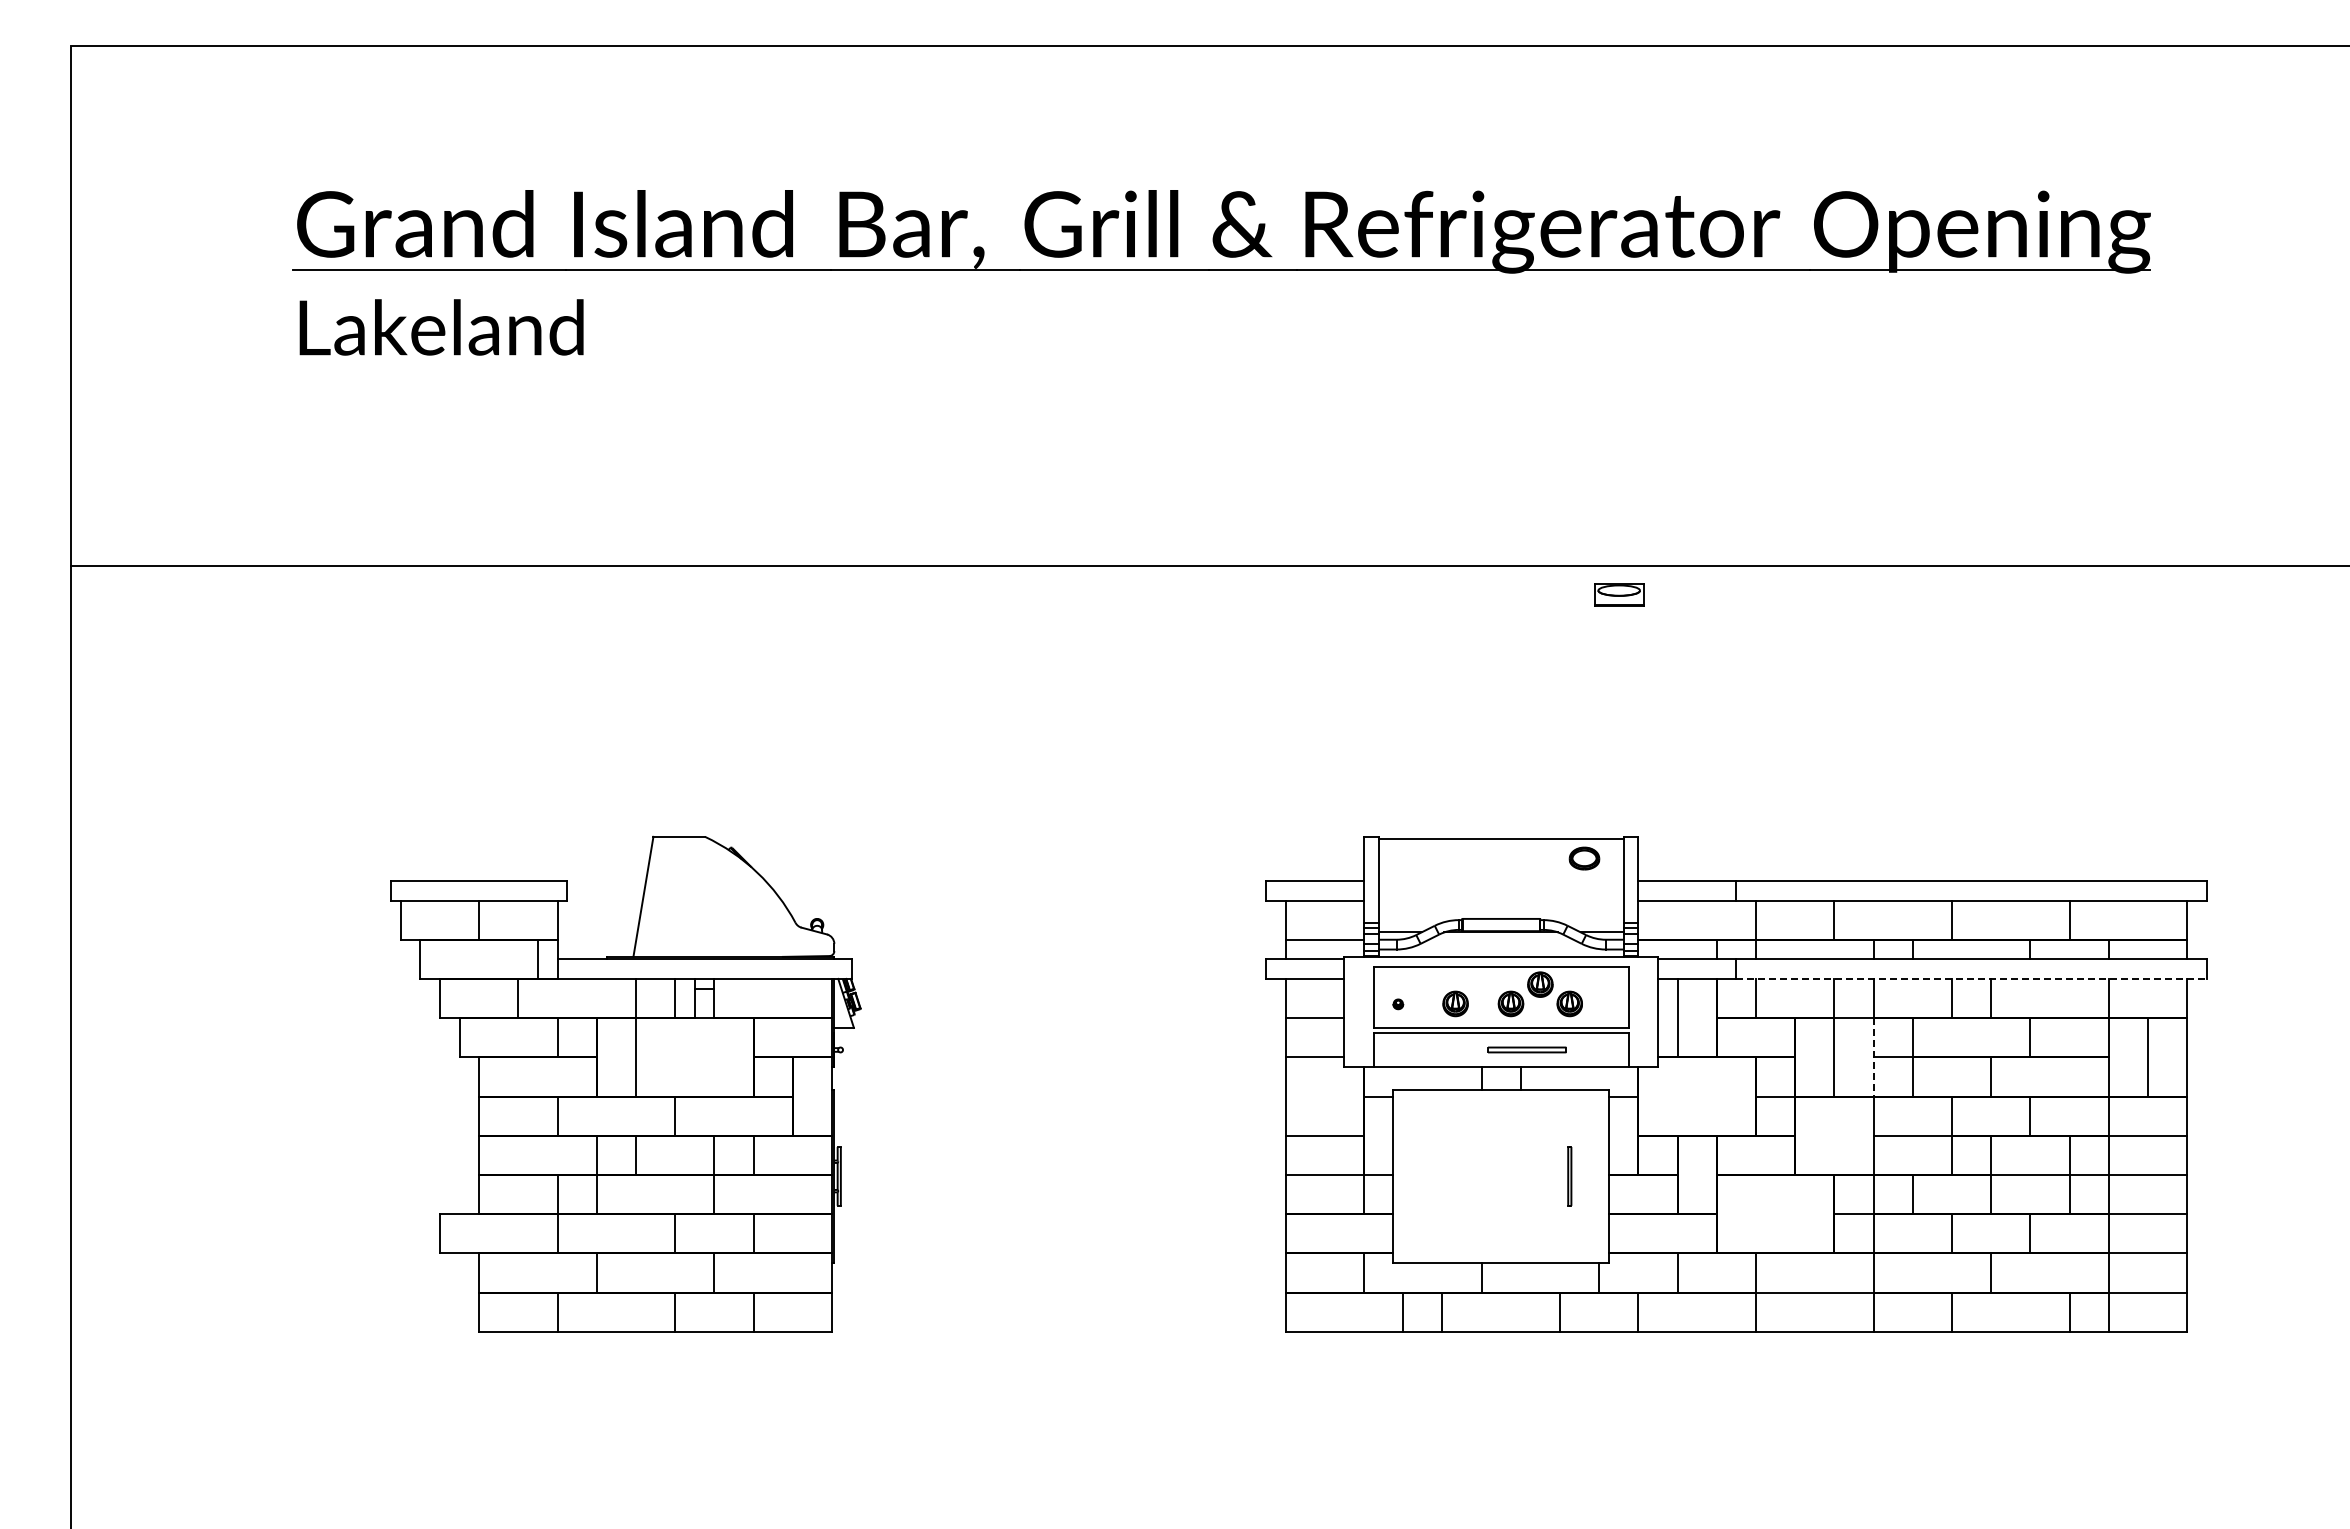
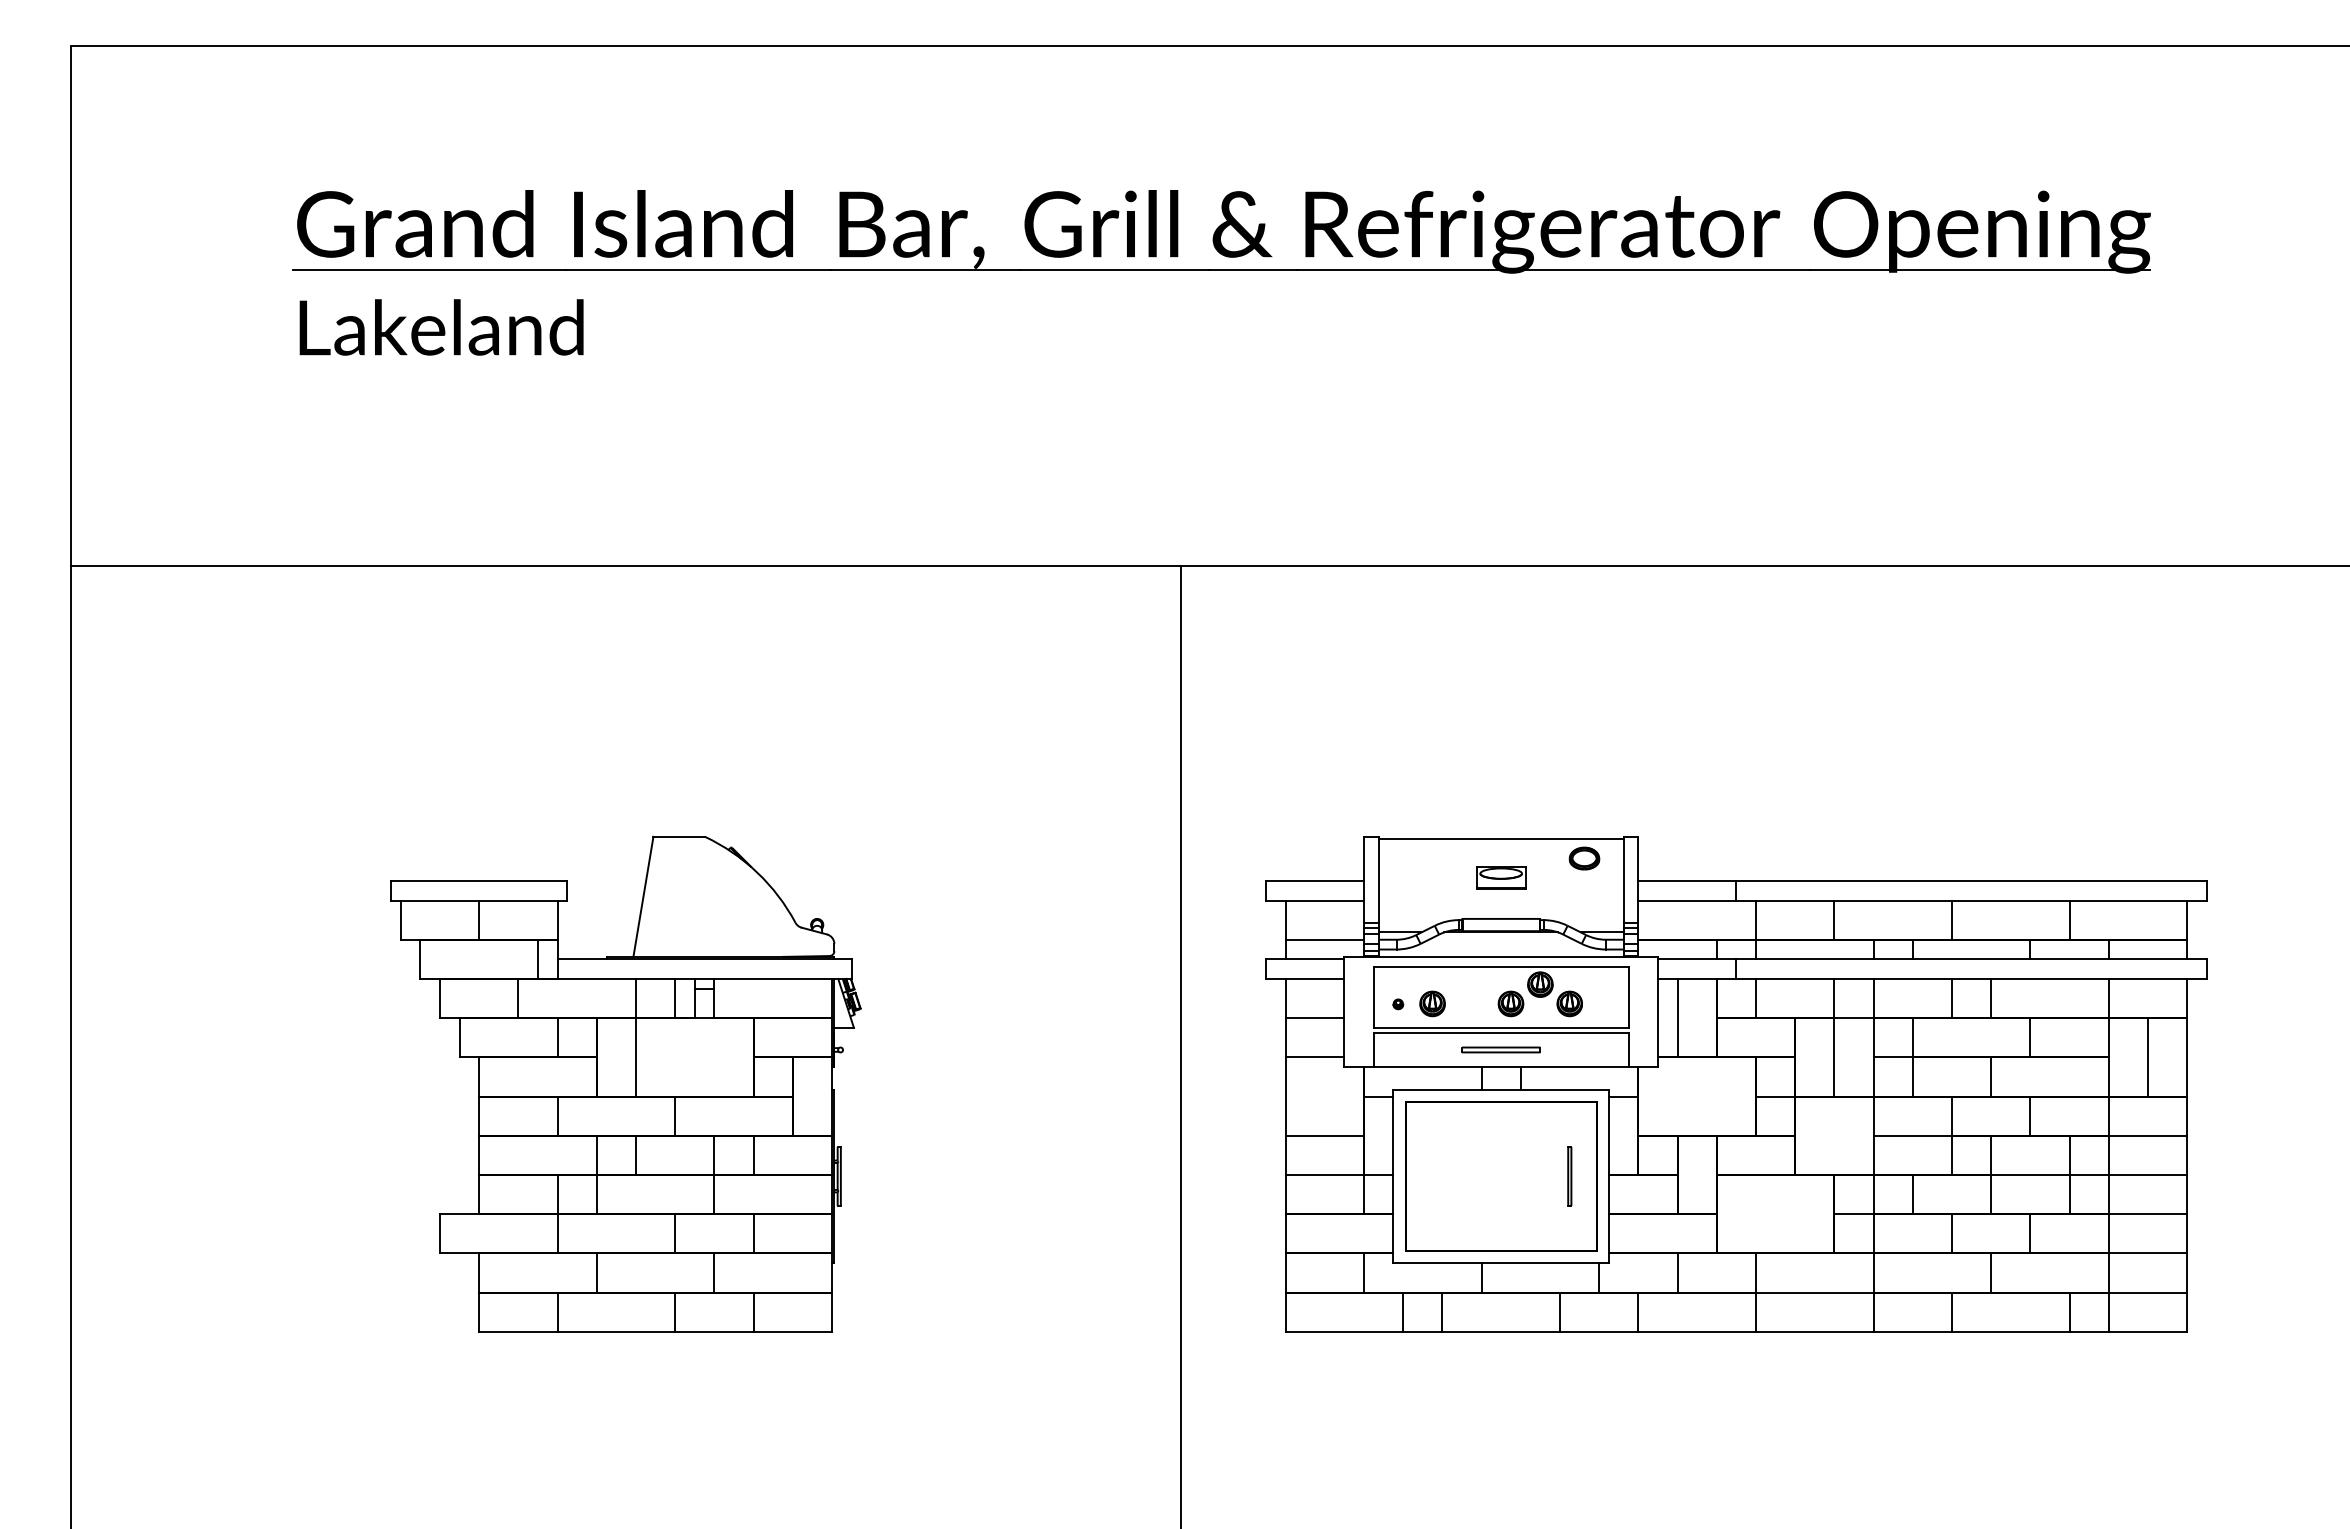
part at (1619, 594) position: (1619, 594) -> (1501, 877)
line at (1972, 978): dashed -> solid
part at (1455, 1003) position: (1455, 1003) -> (1432, 1003)
line at (1181, 1045): none -> present
part at (1526, 1049) position: (1526, 1049) -> (1500, 1049)
line at (1873, 1057): dashed -> solid
part at (1501, 1176): none -> present
